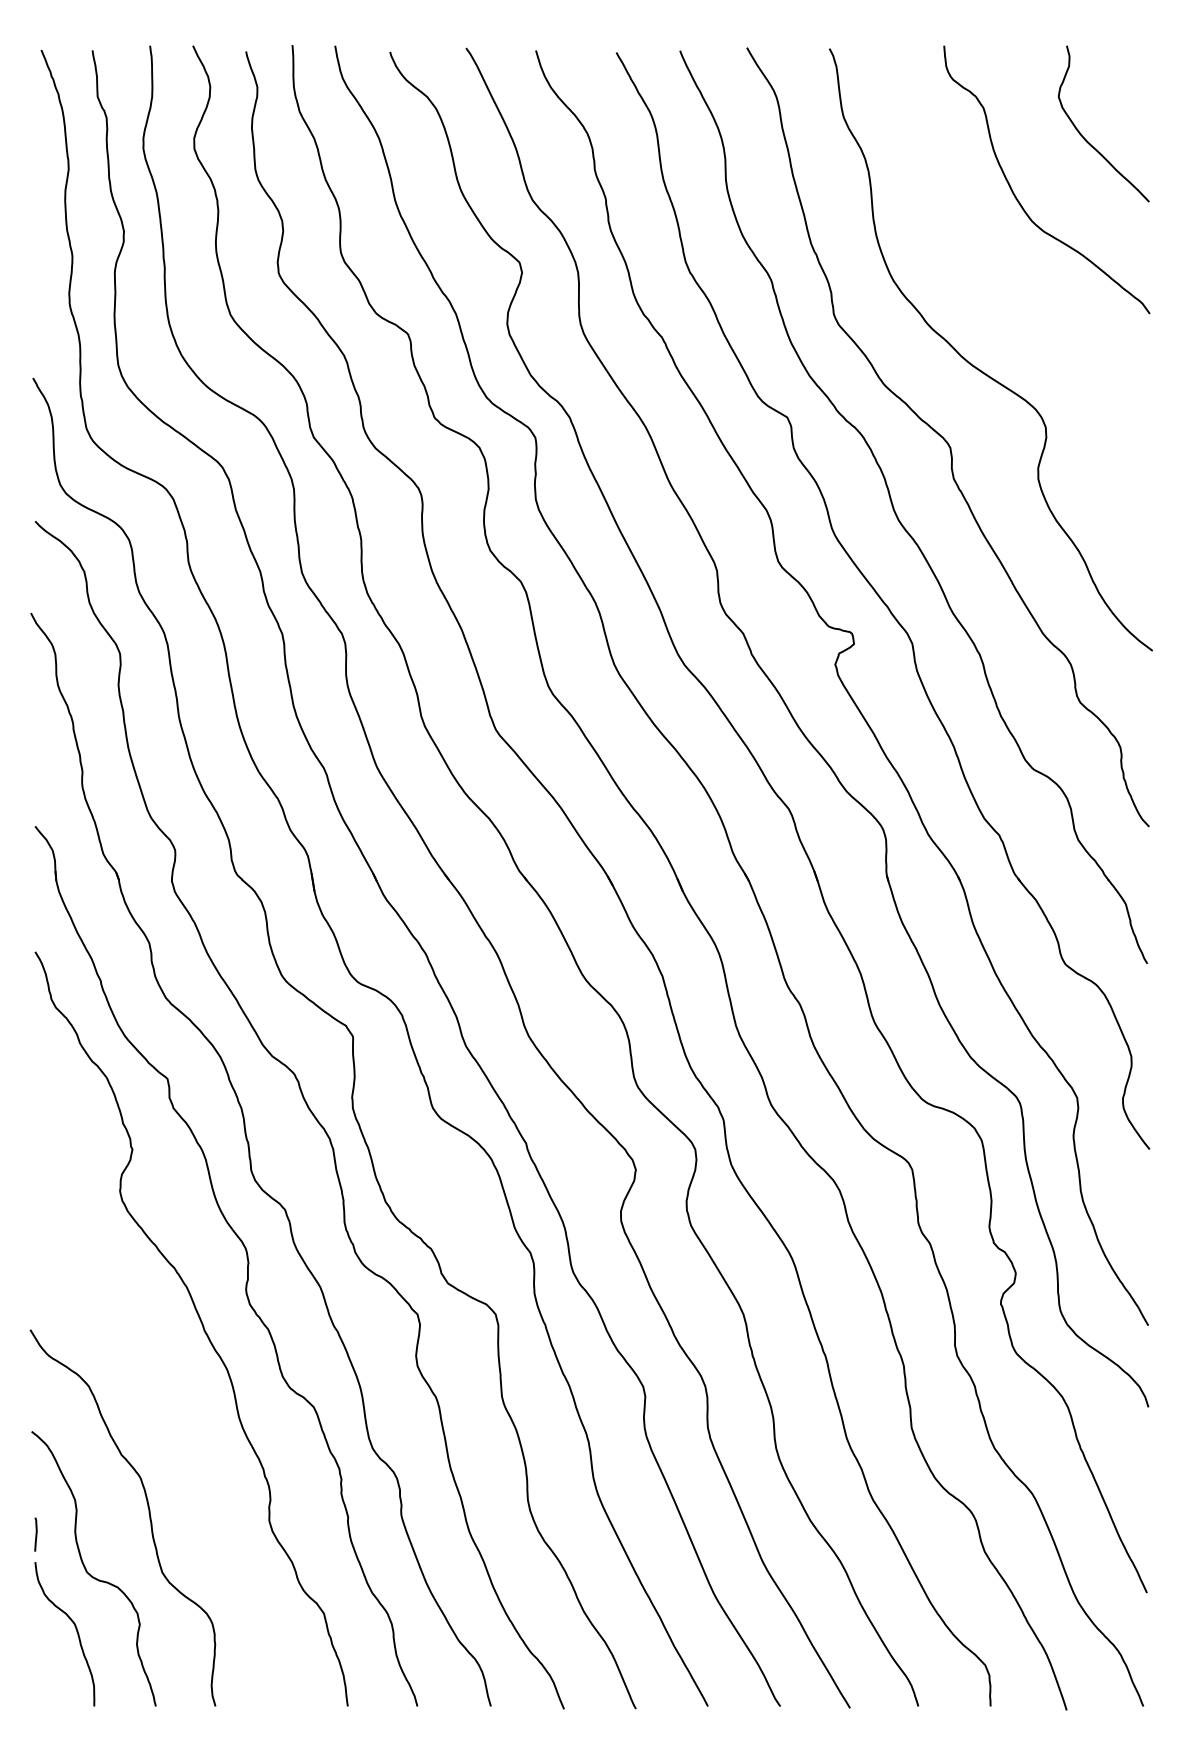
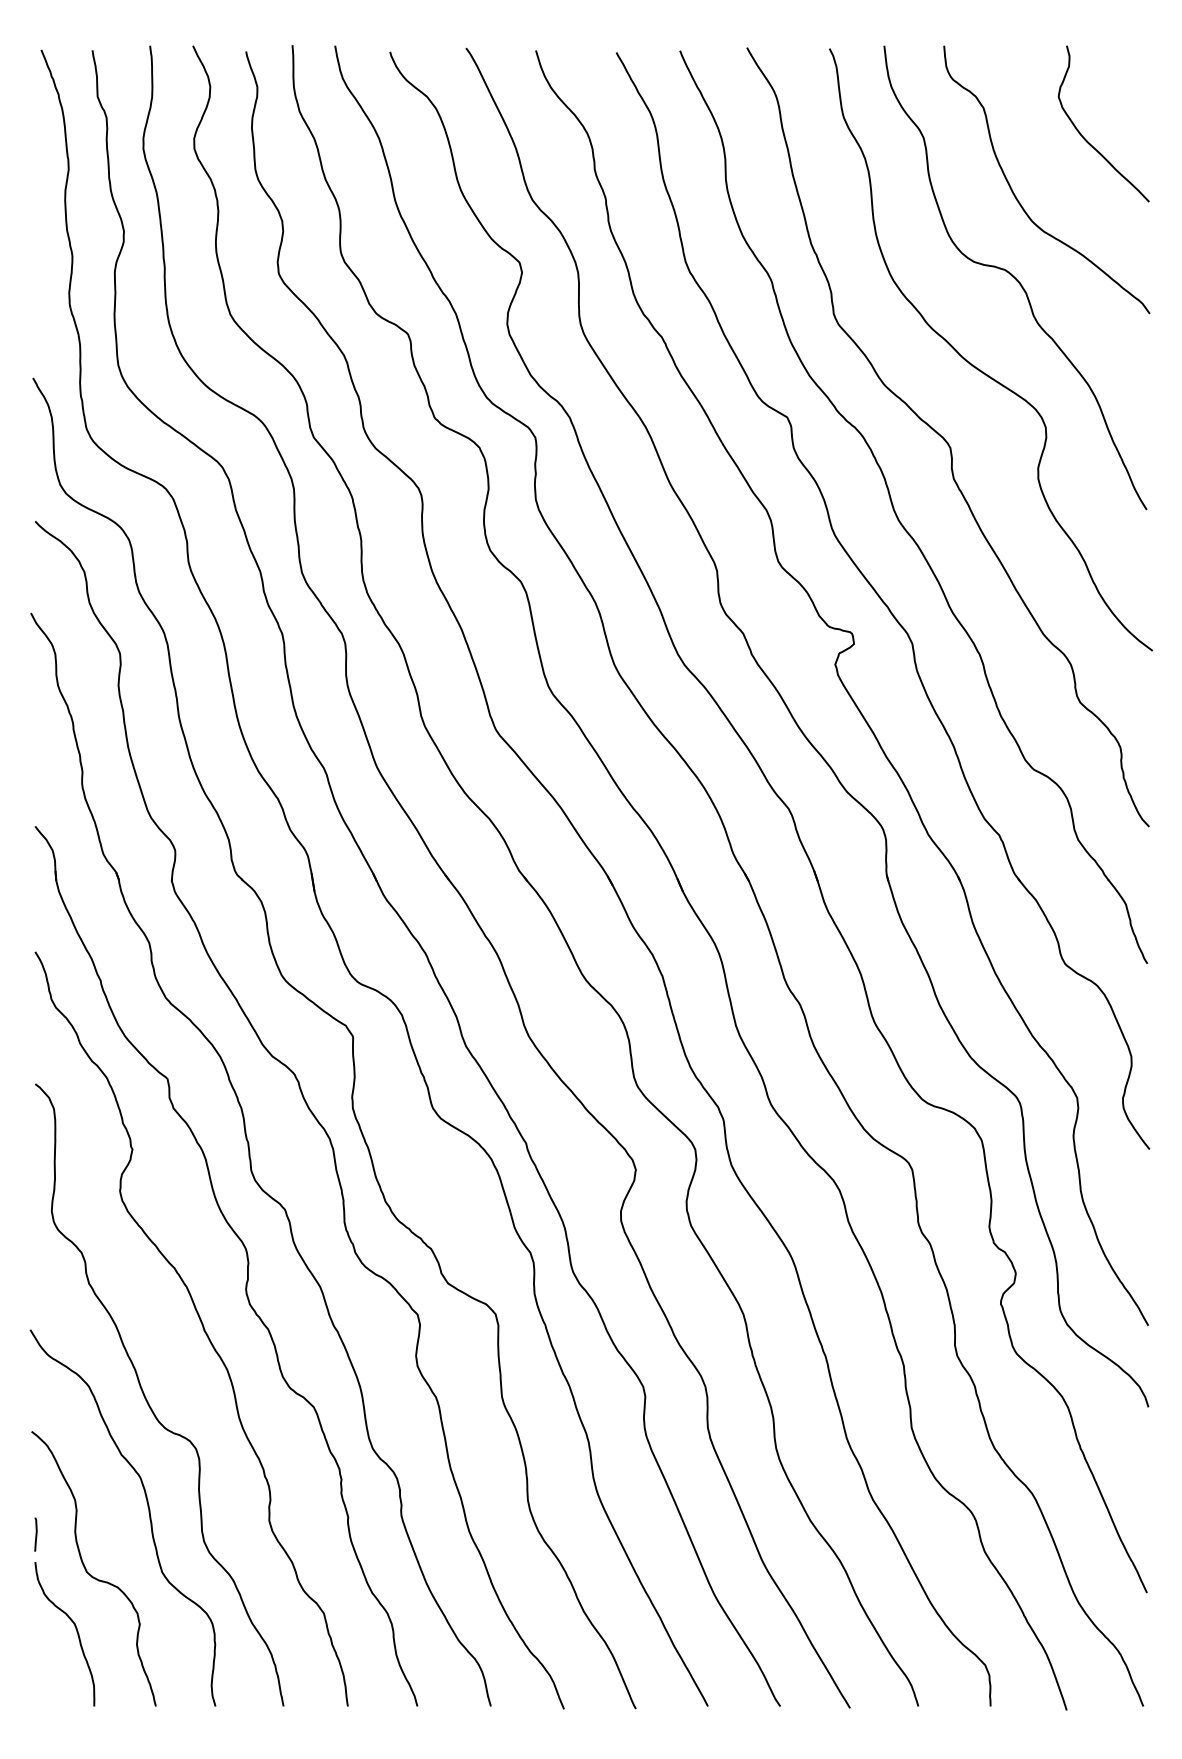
curve at (1015, 277): none -> present
curve at (147, 1399): none -> present
